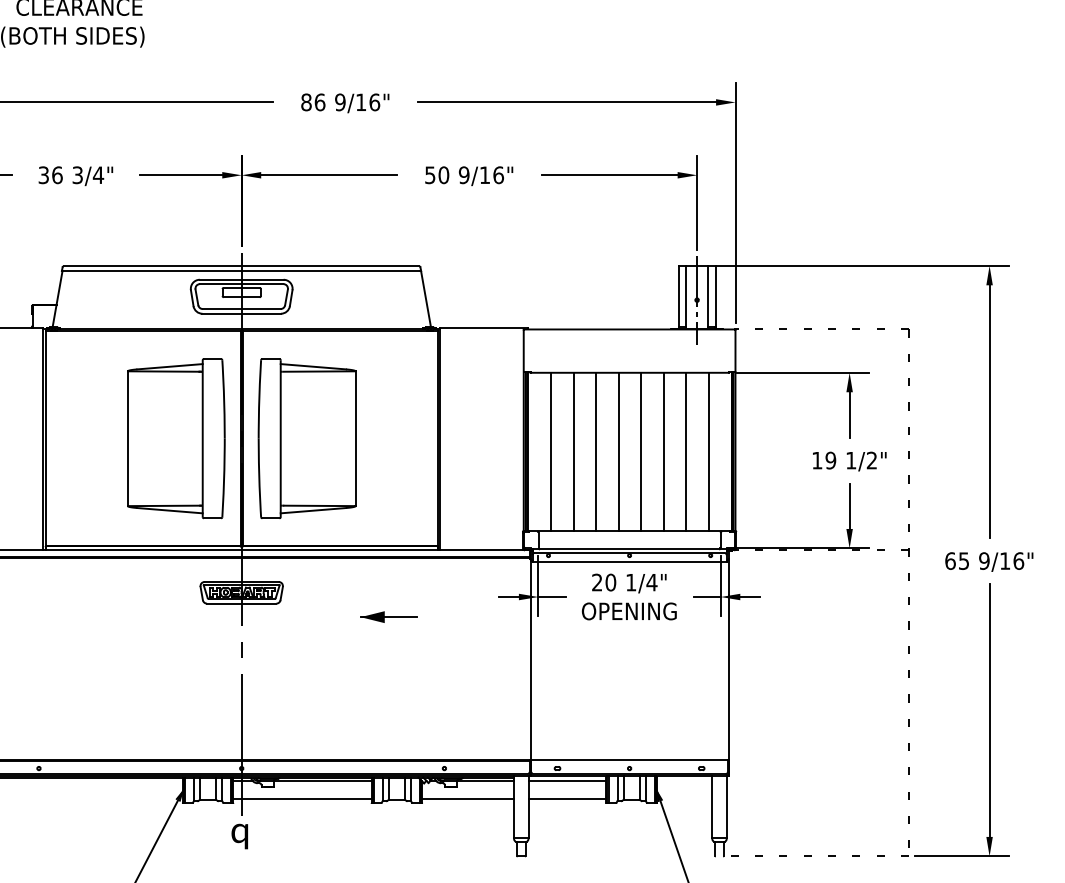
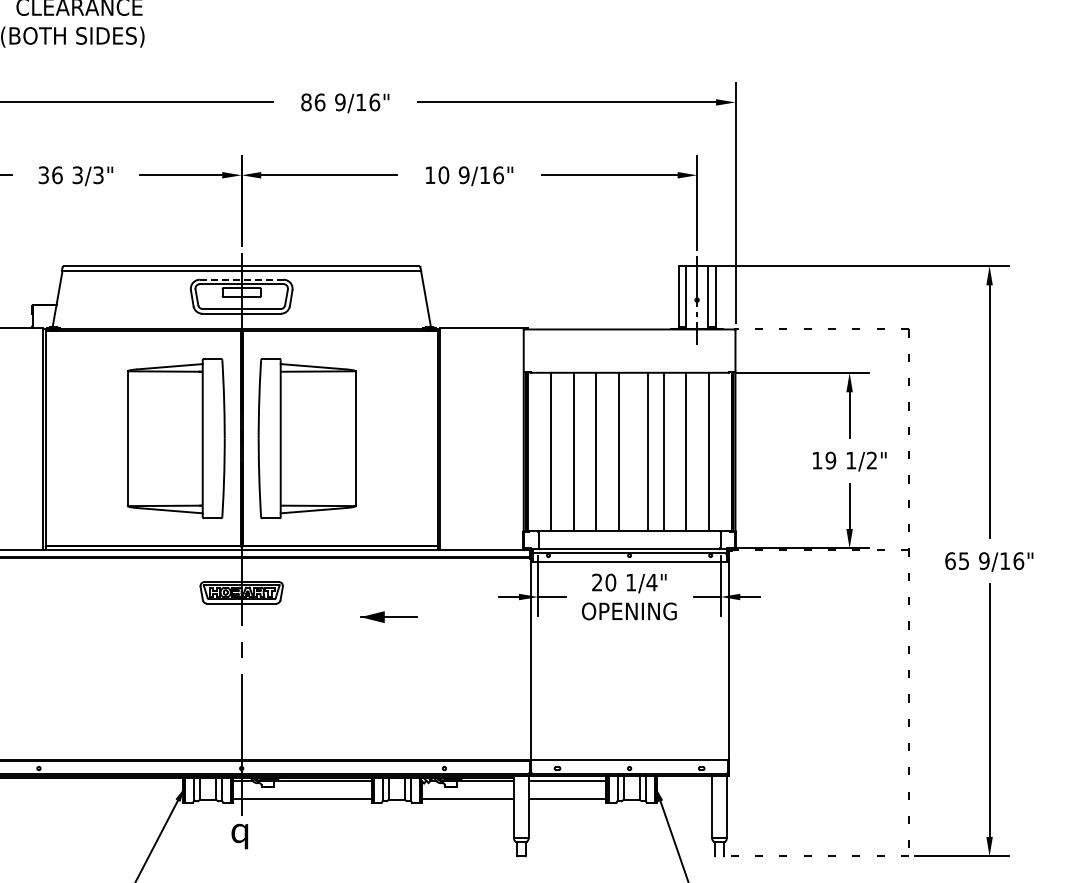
text at (98, 175): 3/4" -> 3/3"
text at (430, 175): 50 -> 10
line at (241, 279): solid -> dashed
line at (641, 451) position: (641, 451) -> (648, 451)
